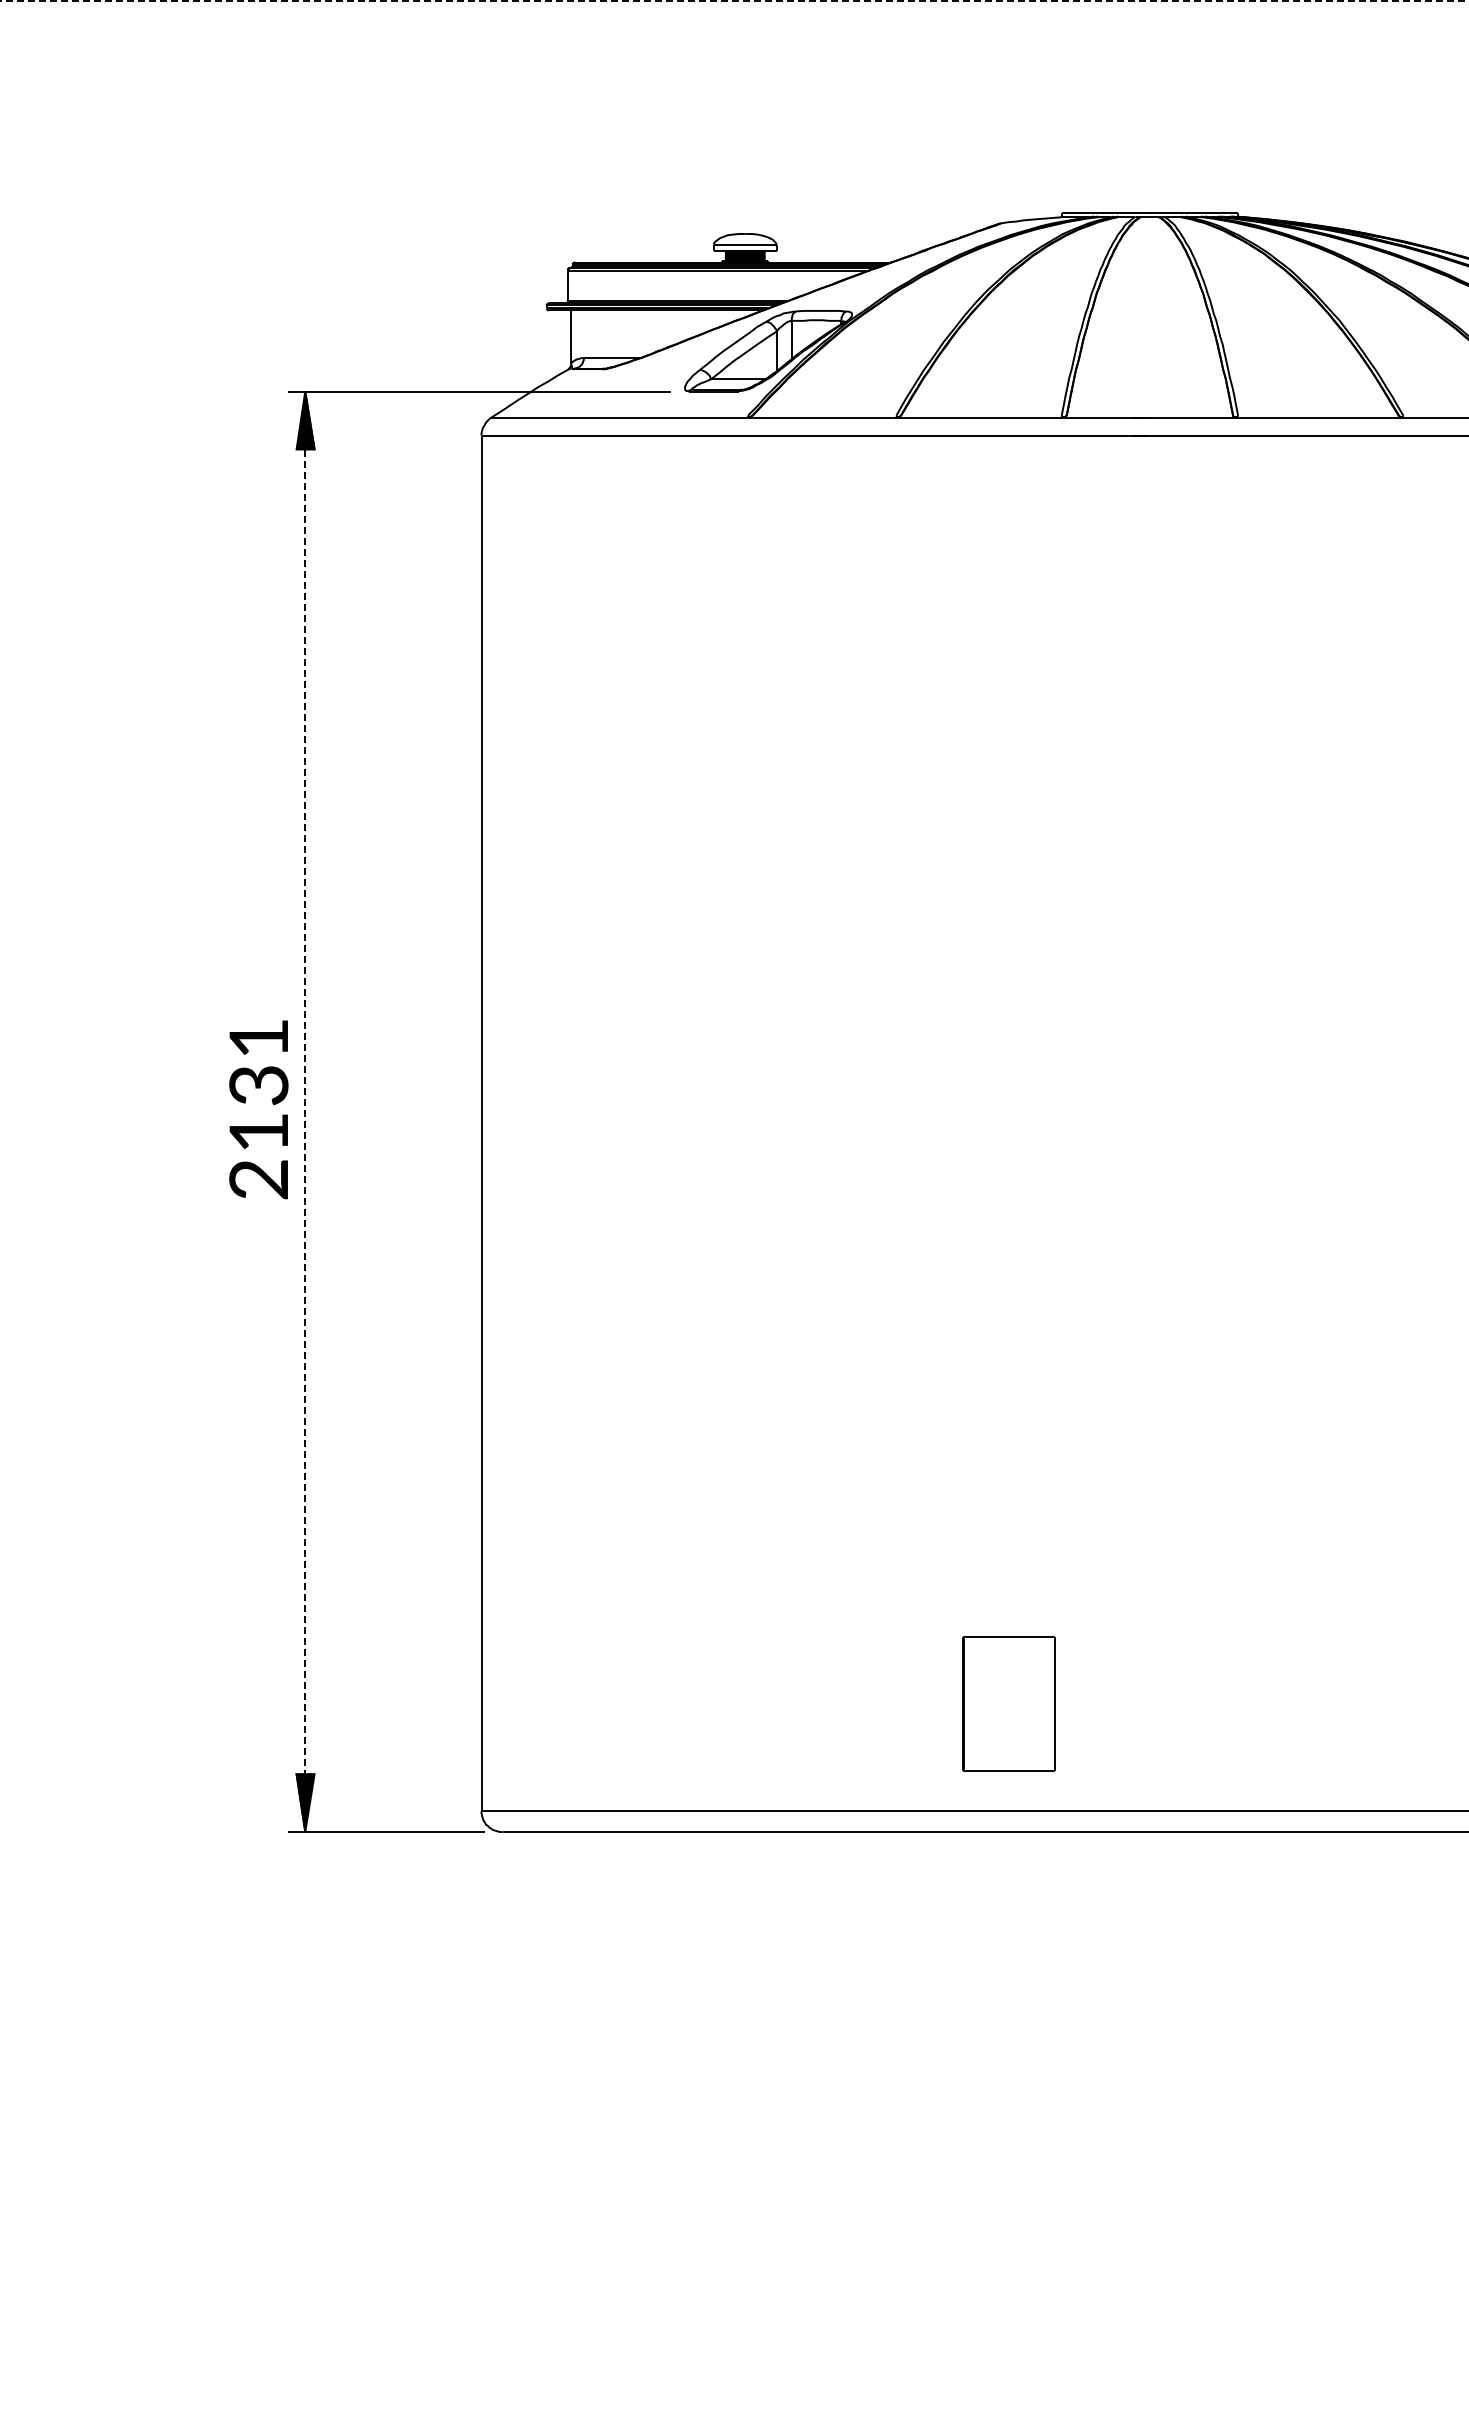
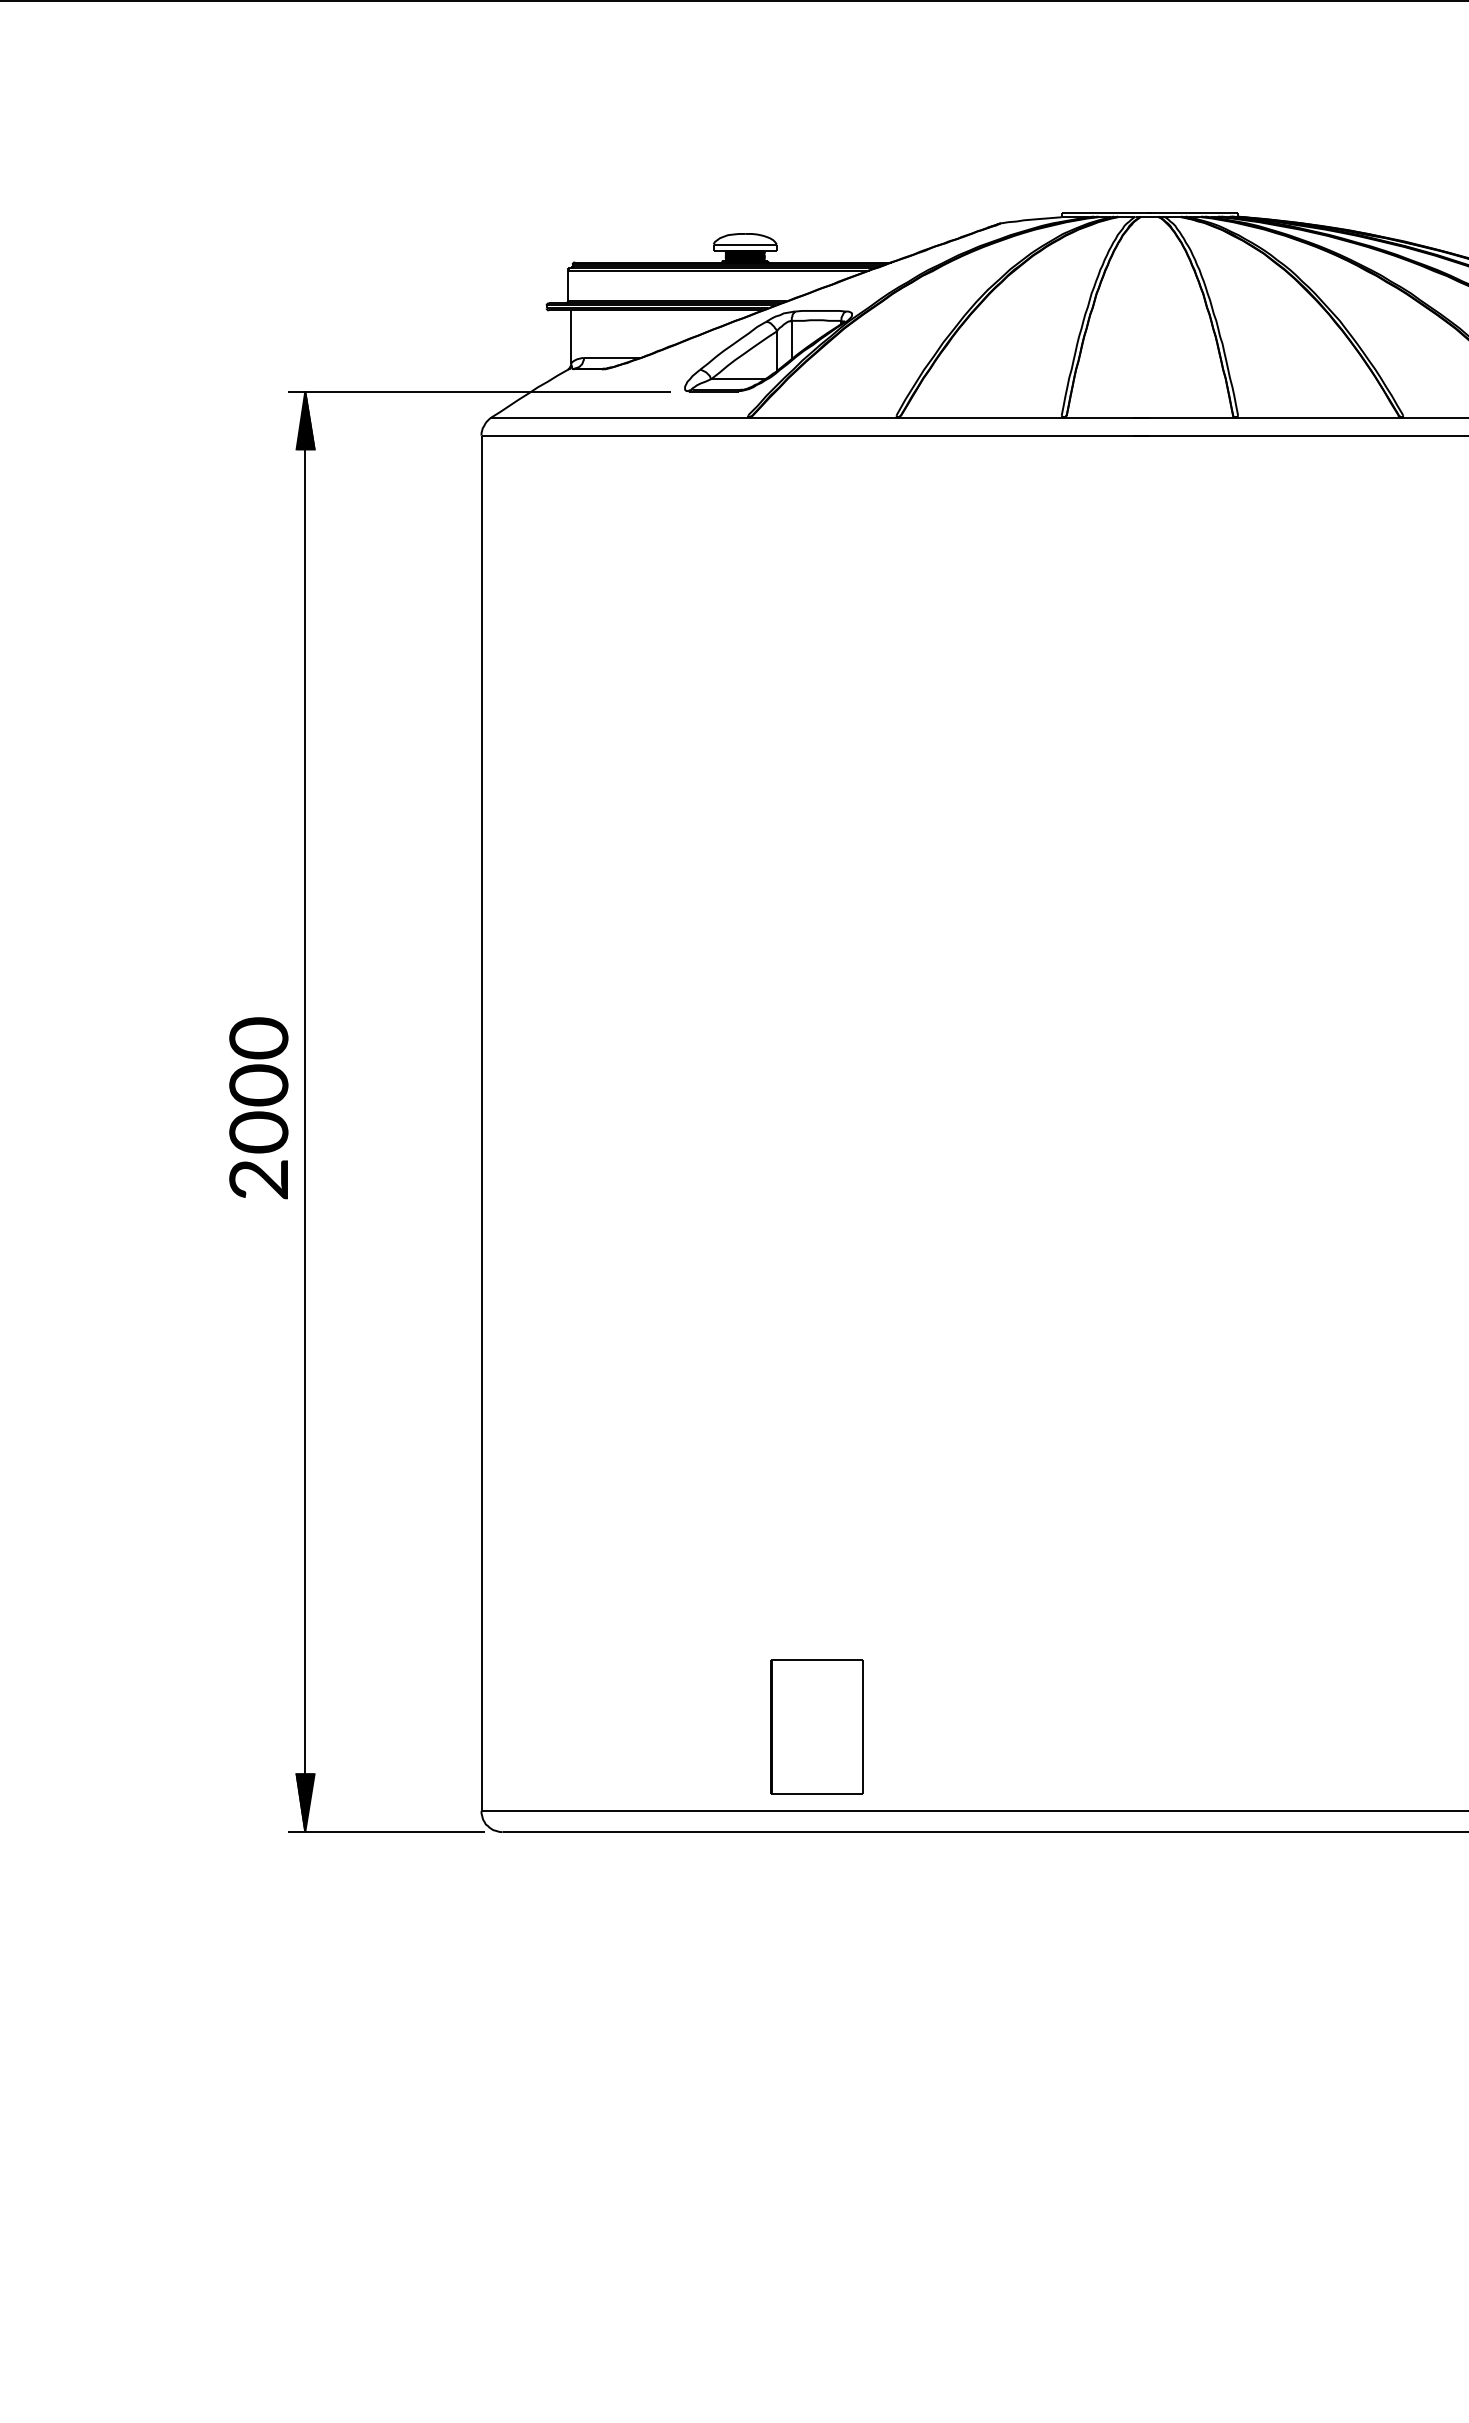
line at (734, 1): dashed -> solid
text at (258, 1085): 2131 -> 2000
line at (305, 1111): dashed -> solid
part at (1008, 1703) position: (1008, 1703) -> (816, 1726)
